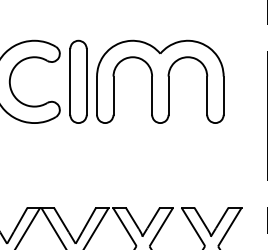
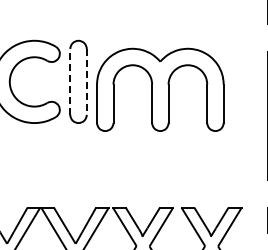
line at (70, 81): solid -> dashed
line at (86, 81): solid -> dashed
part at (160, 81) position: (160, 81) -> (160, 89)
